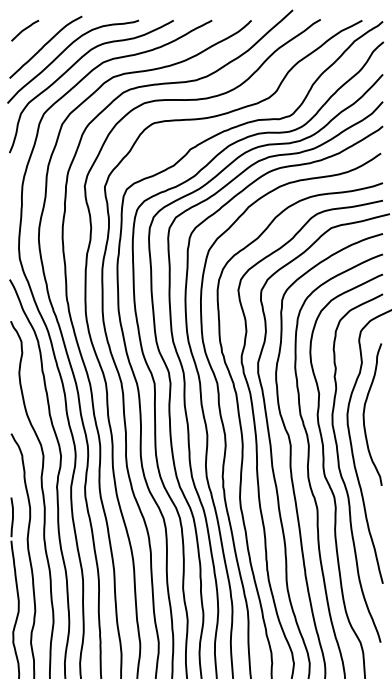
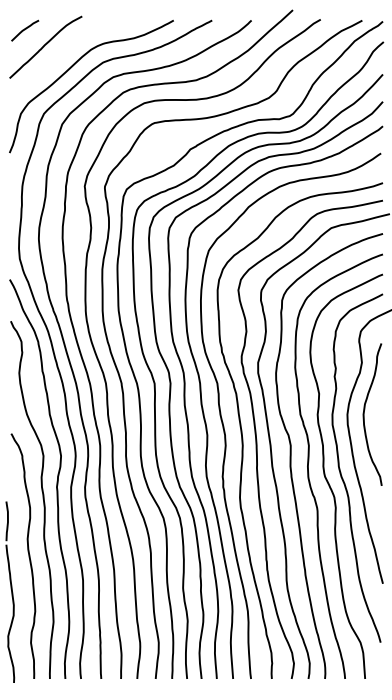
curve at (64, 51): present -> none
part at (15, 587) position: (15, 587) -> (10, 591)
